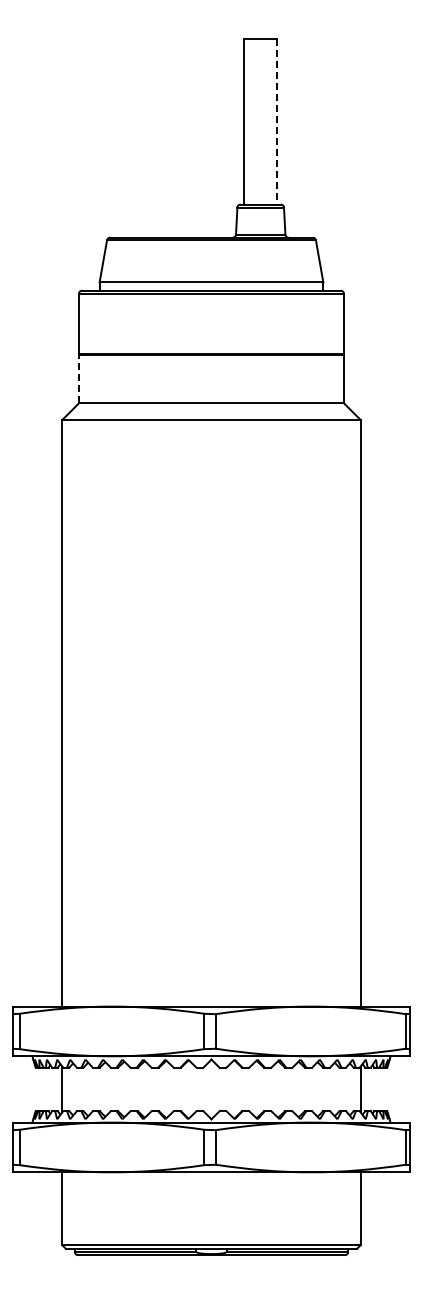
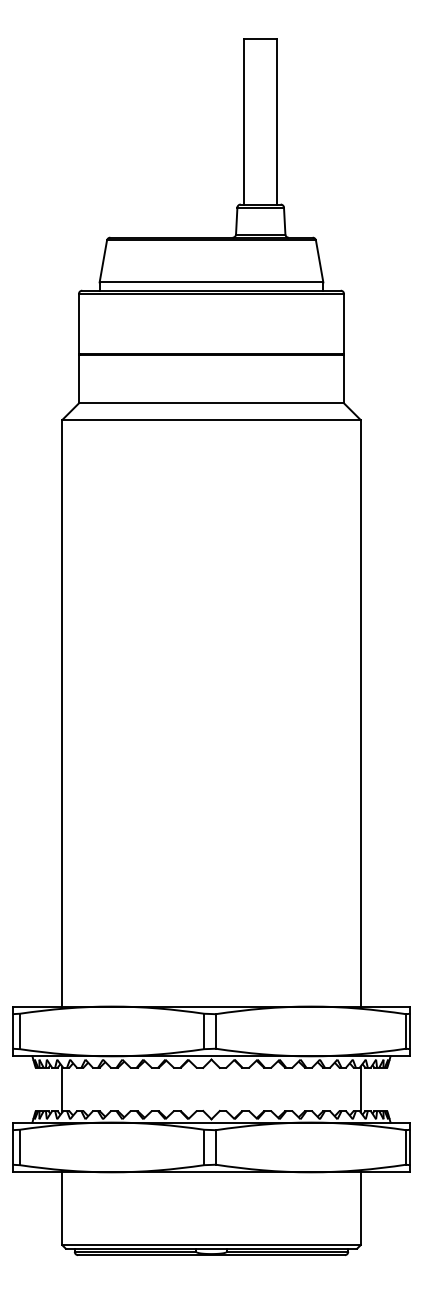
line at (277, 121): dashed -> solid
line at (78, 378): dashed -> solid
